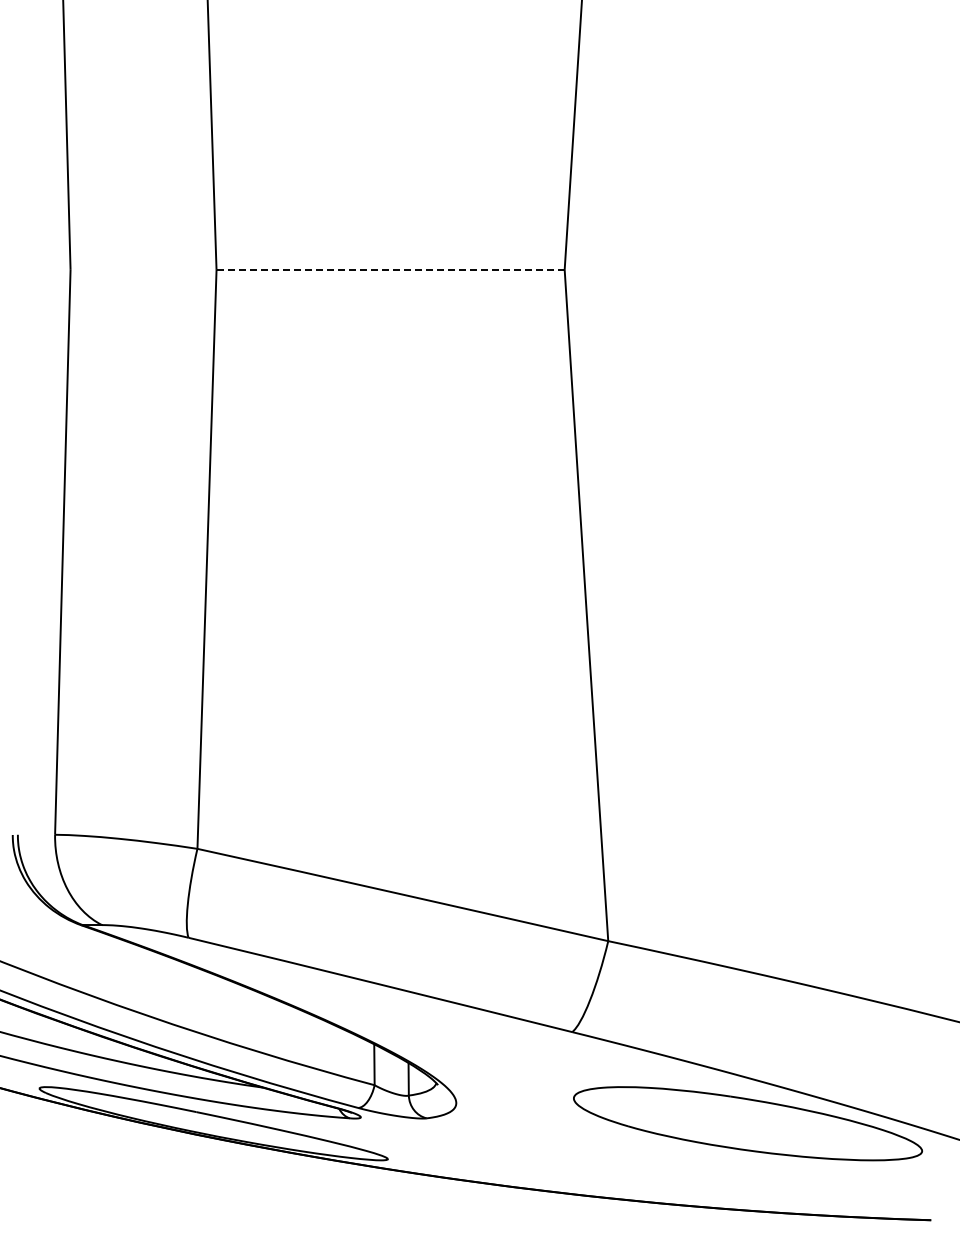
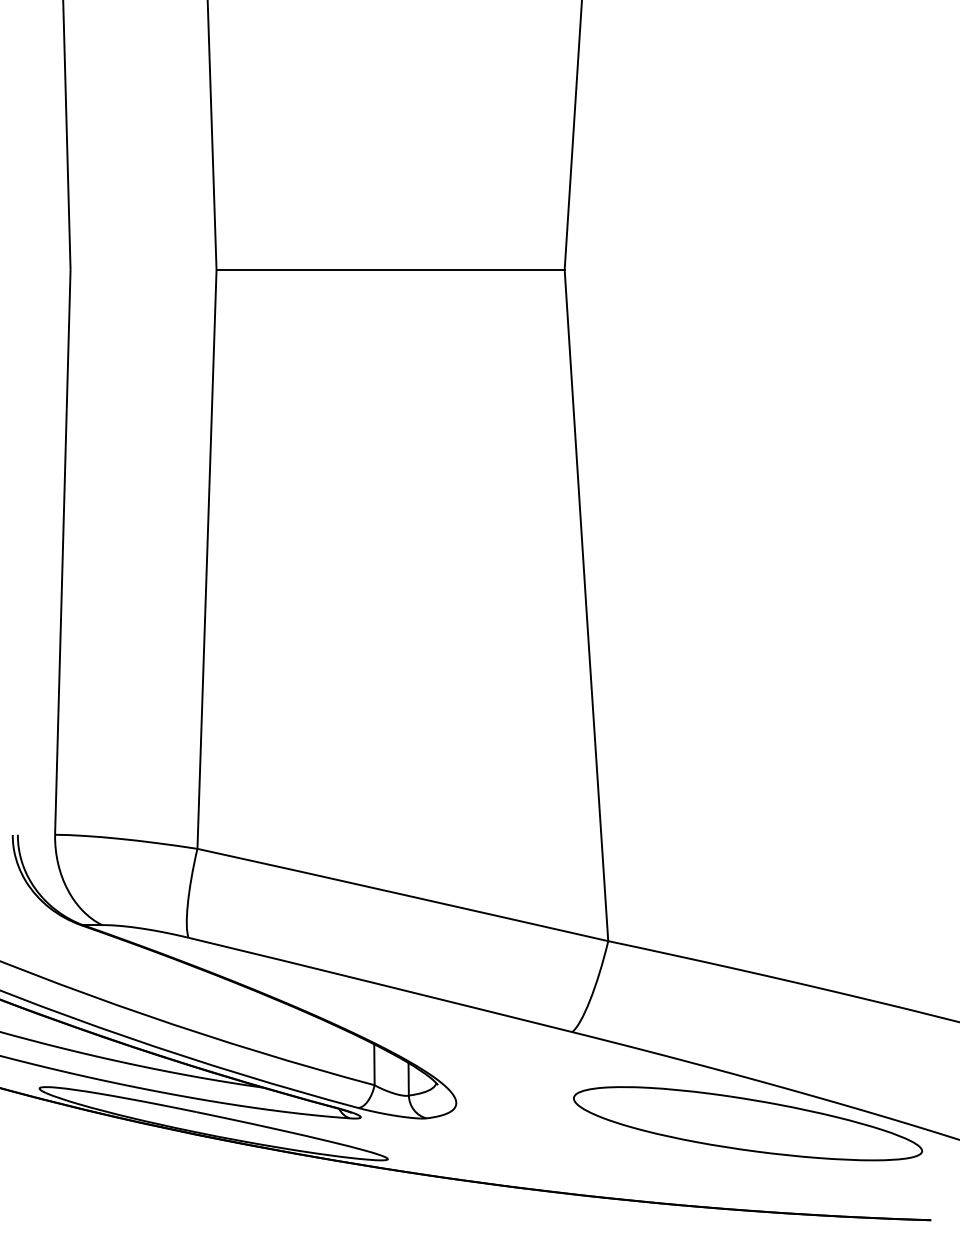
line at (391, 269): dashed -> solid
